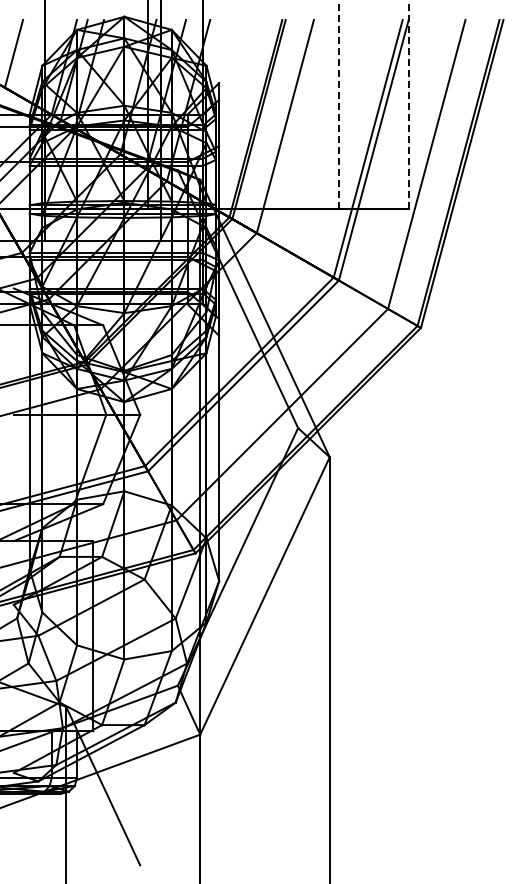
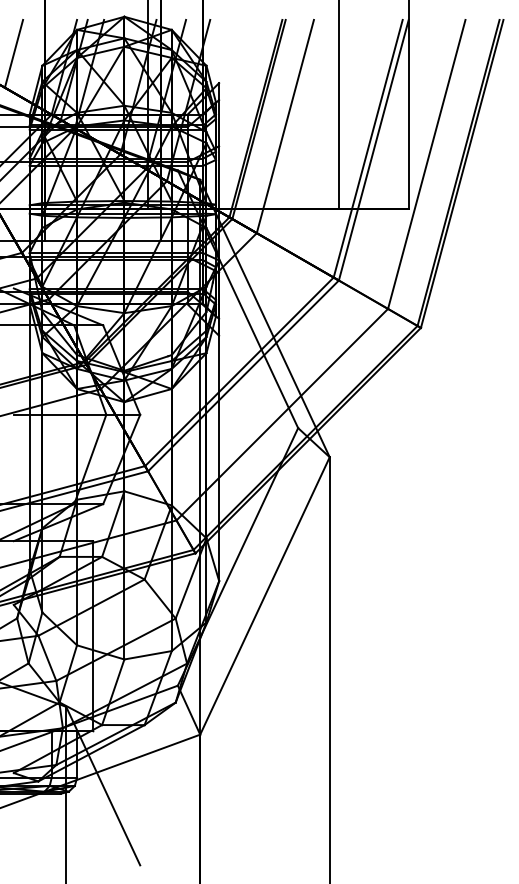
line at (338, 104): dashed -> solid
line at (408, 104): dashed -> solid
